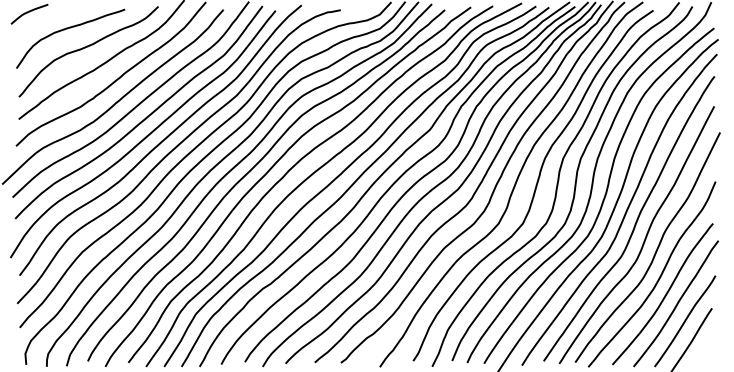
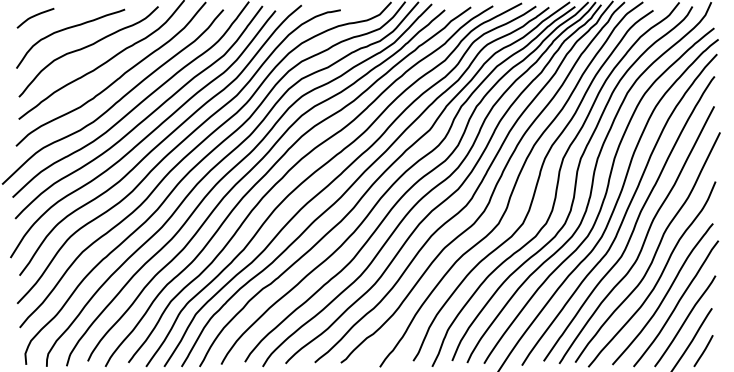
curve at (29, 12) position: (29, 12) -> (35, 16)
line at (703, 351): none -> present
